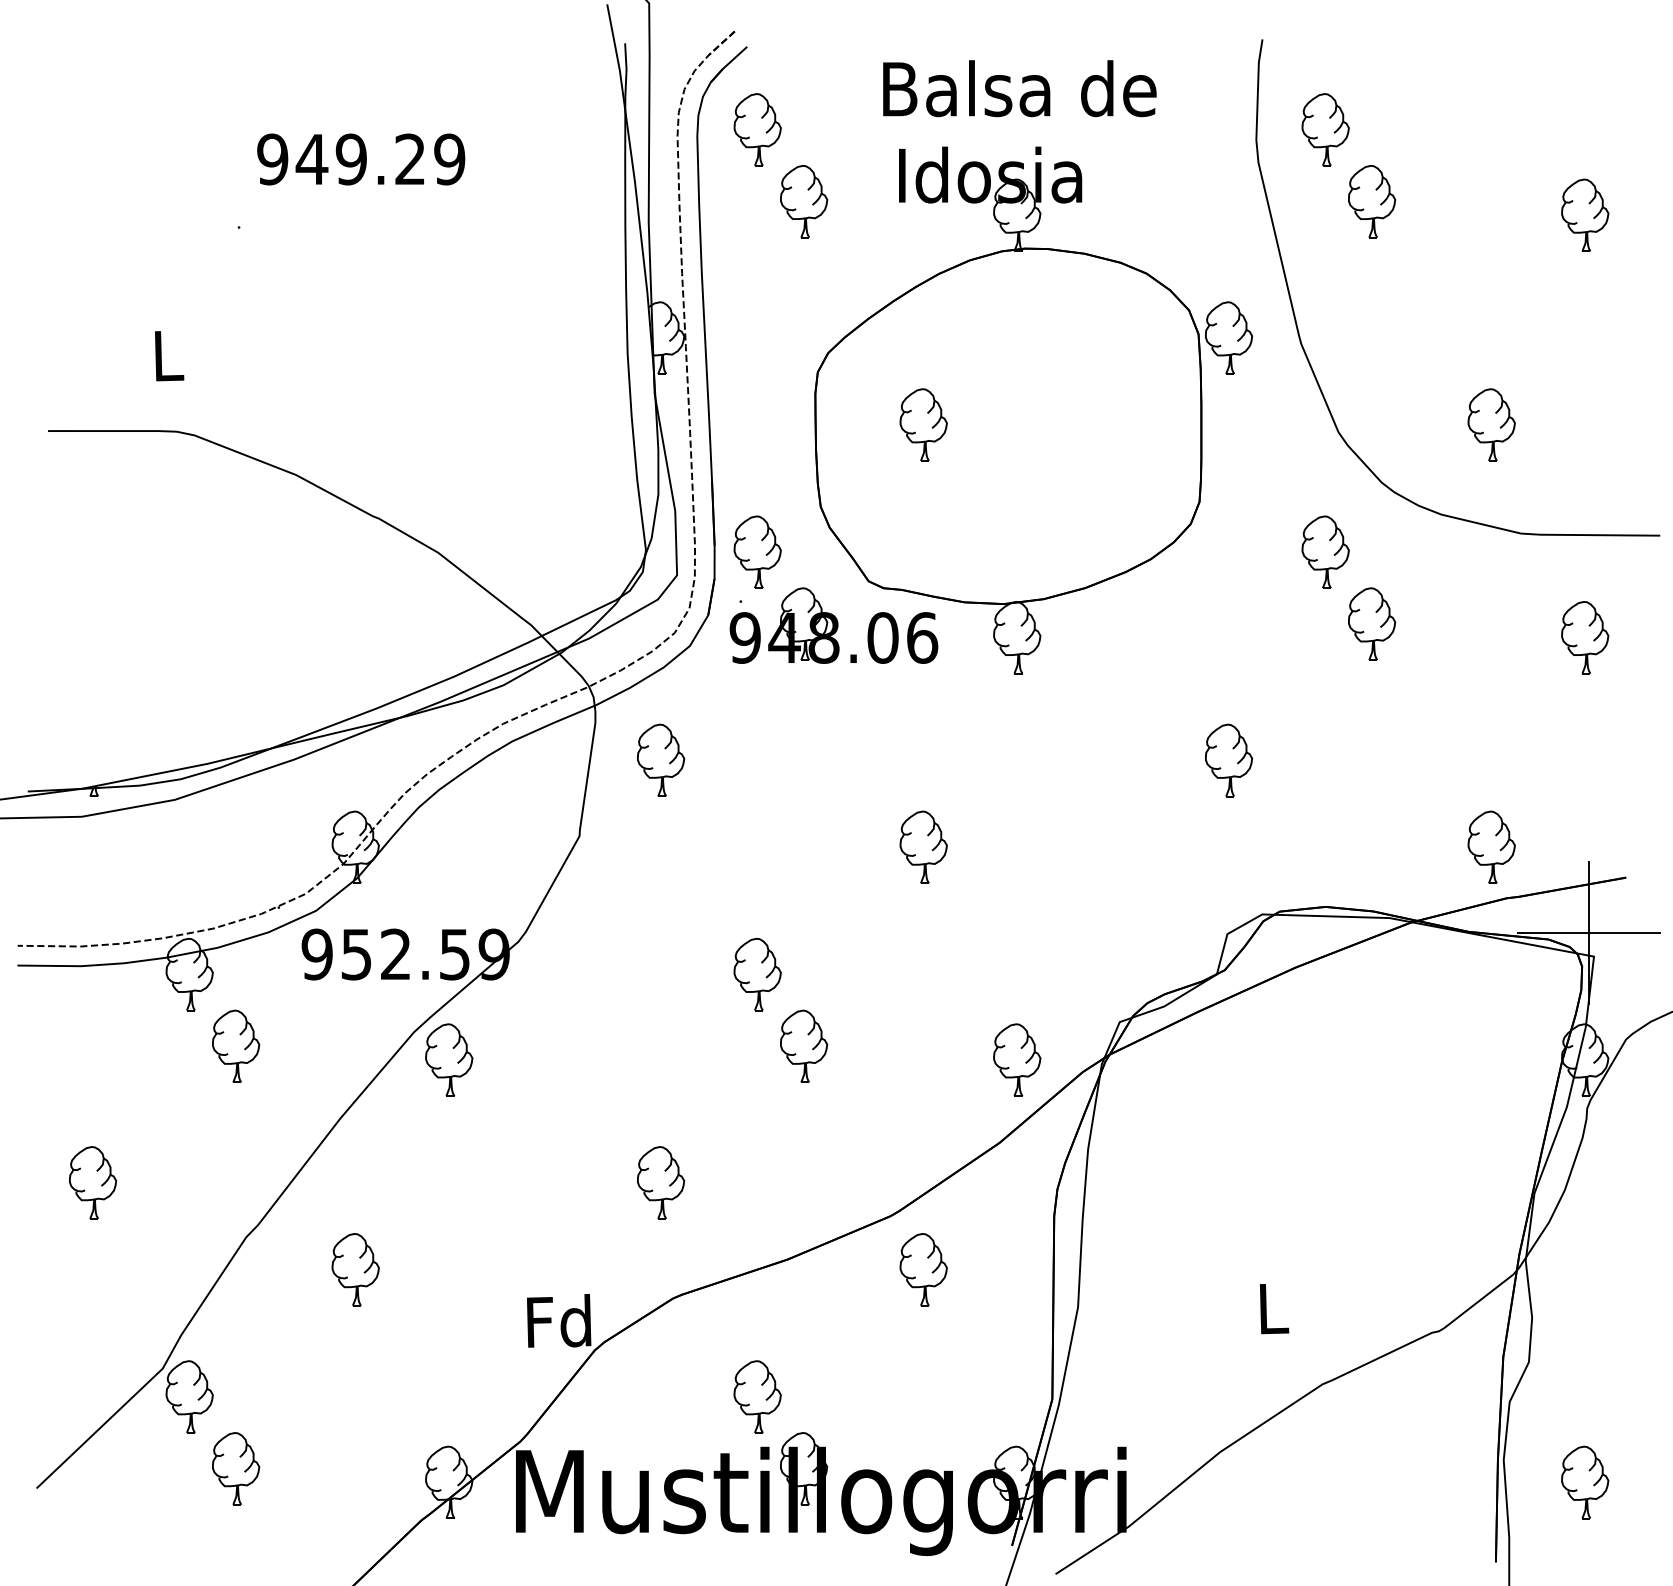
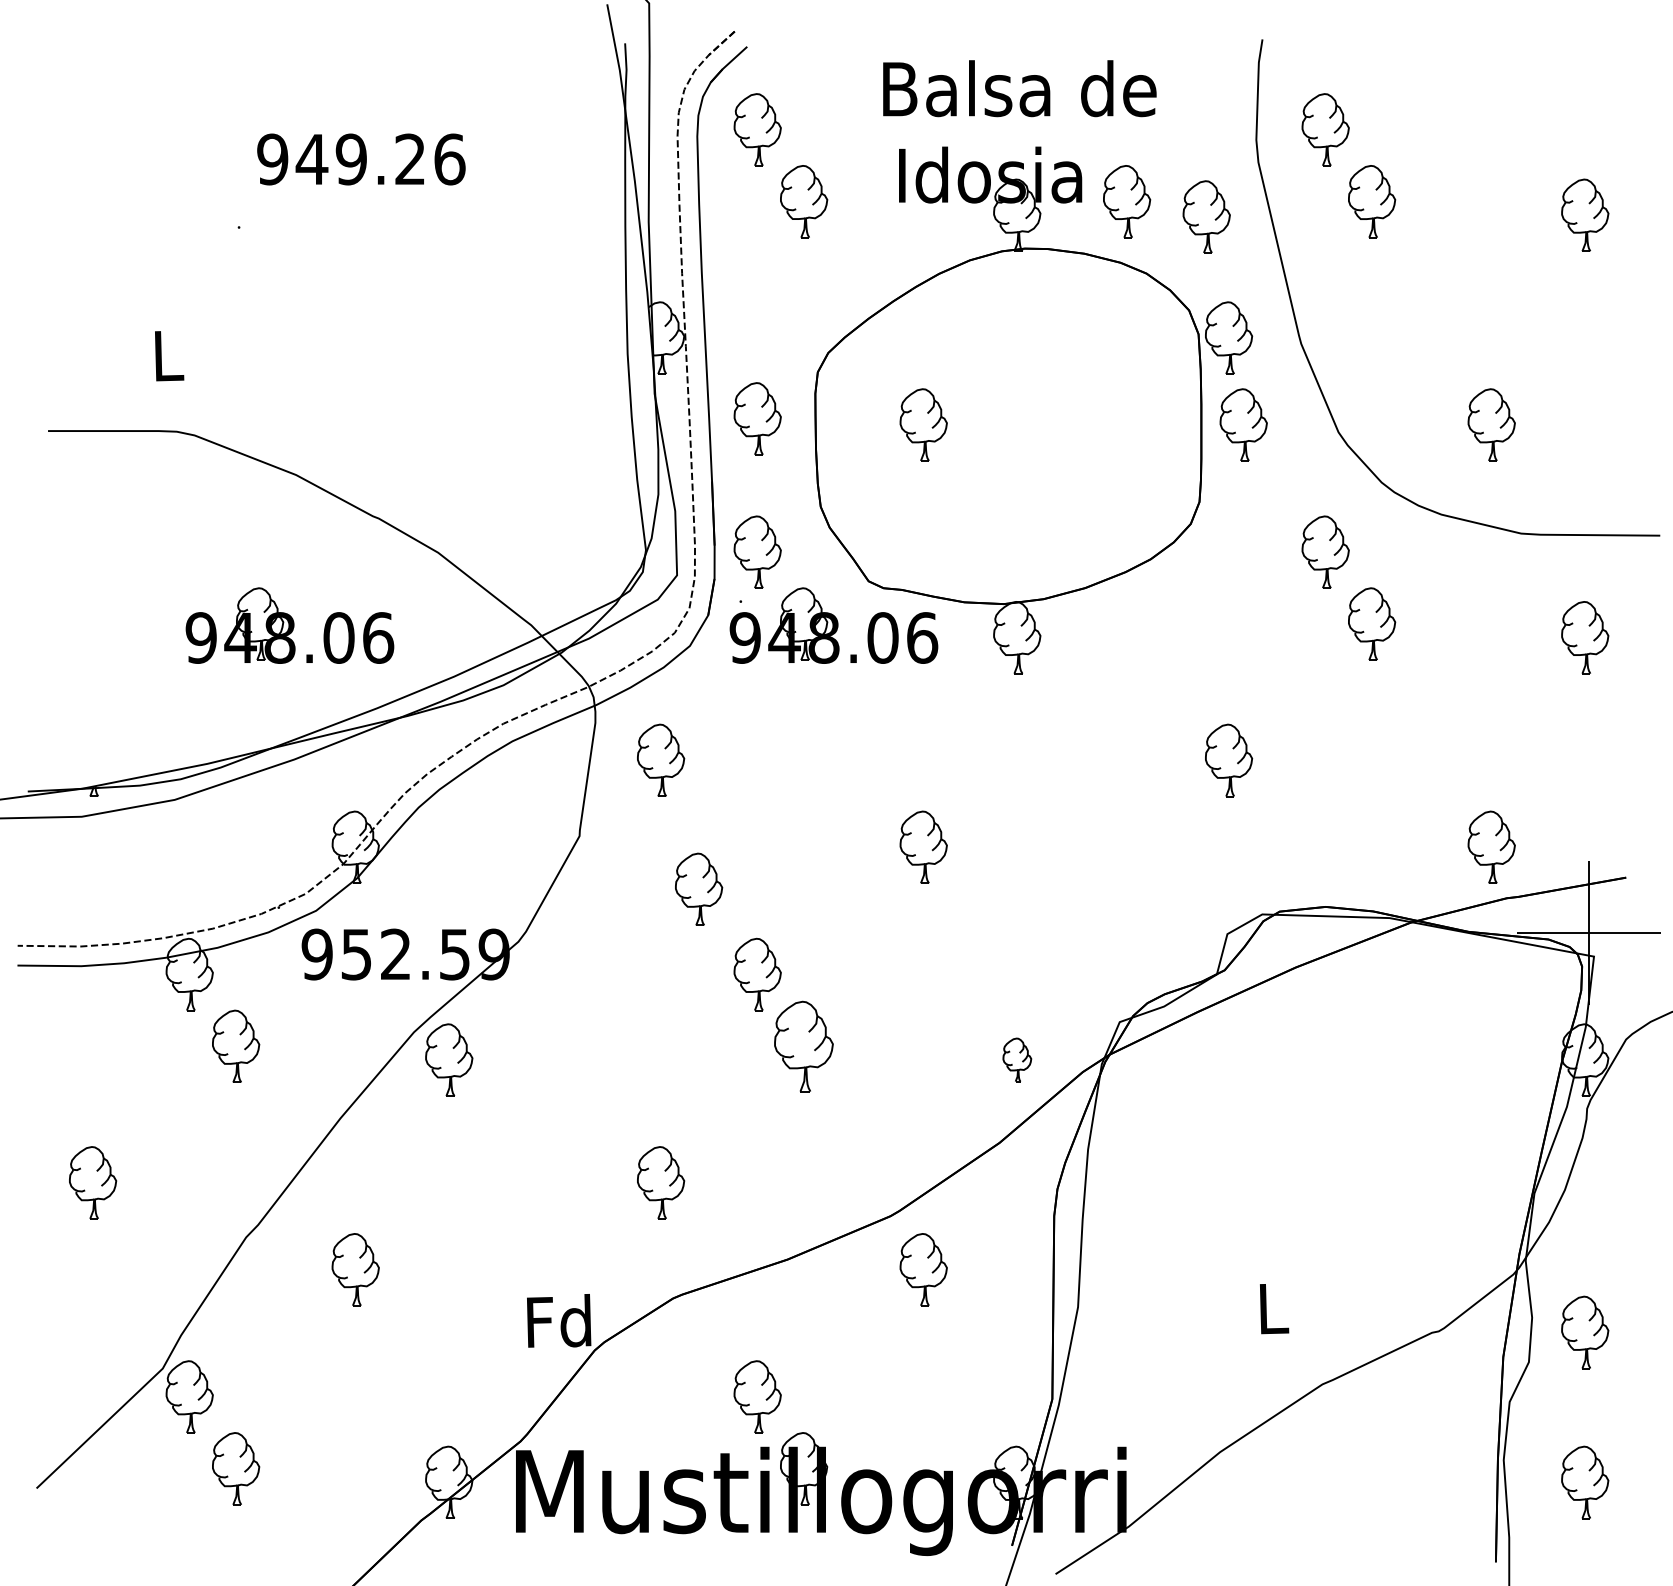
text at (449, 159): 949.29 -> 949.26
part at (1127, 201): none -> present
part at (1206, 216): none -> present
part at (757, 418): none -> present
part at (1243, 424): none -> present
part at (289, 625): none -> present
part at (699, 888): none -> present
part at (804, 1045) size: 49x74 px -> 60x93 px
part at (1017, 1059) size: 49x74 px -> 31x46 px
part at (1585, 1332): none -> present
